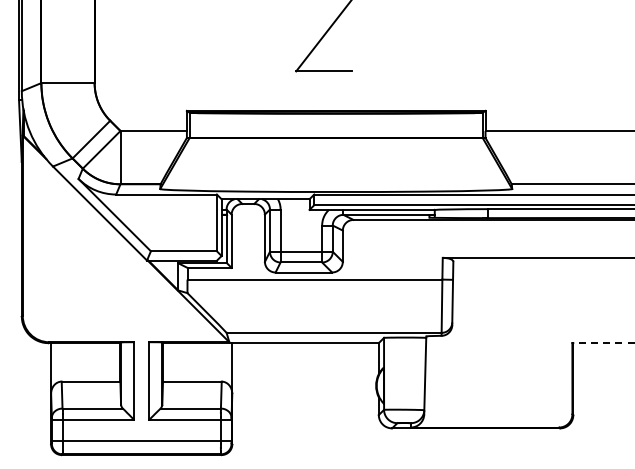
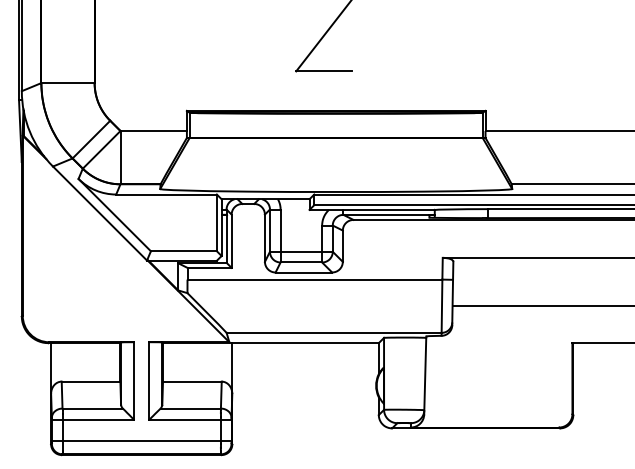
line at (541, 305): none -> present
line at (603, 343): dashed -> solid
